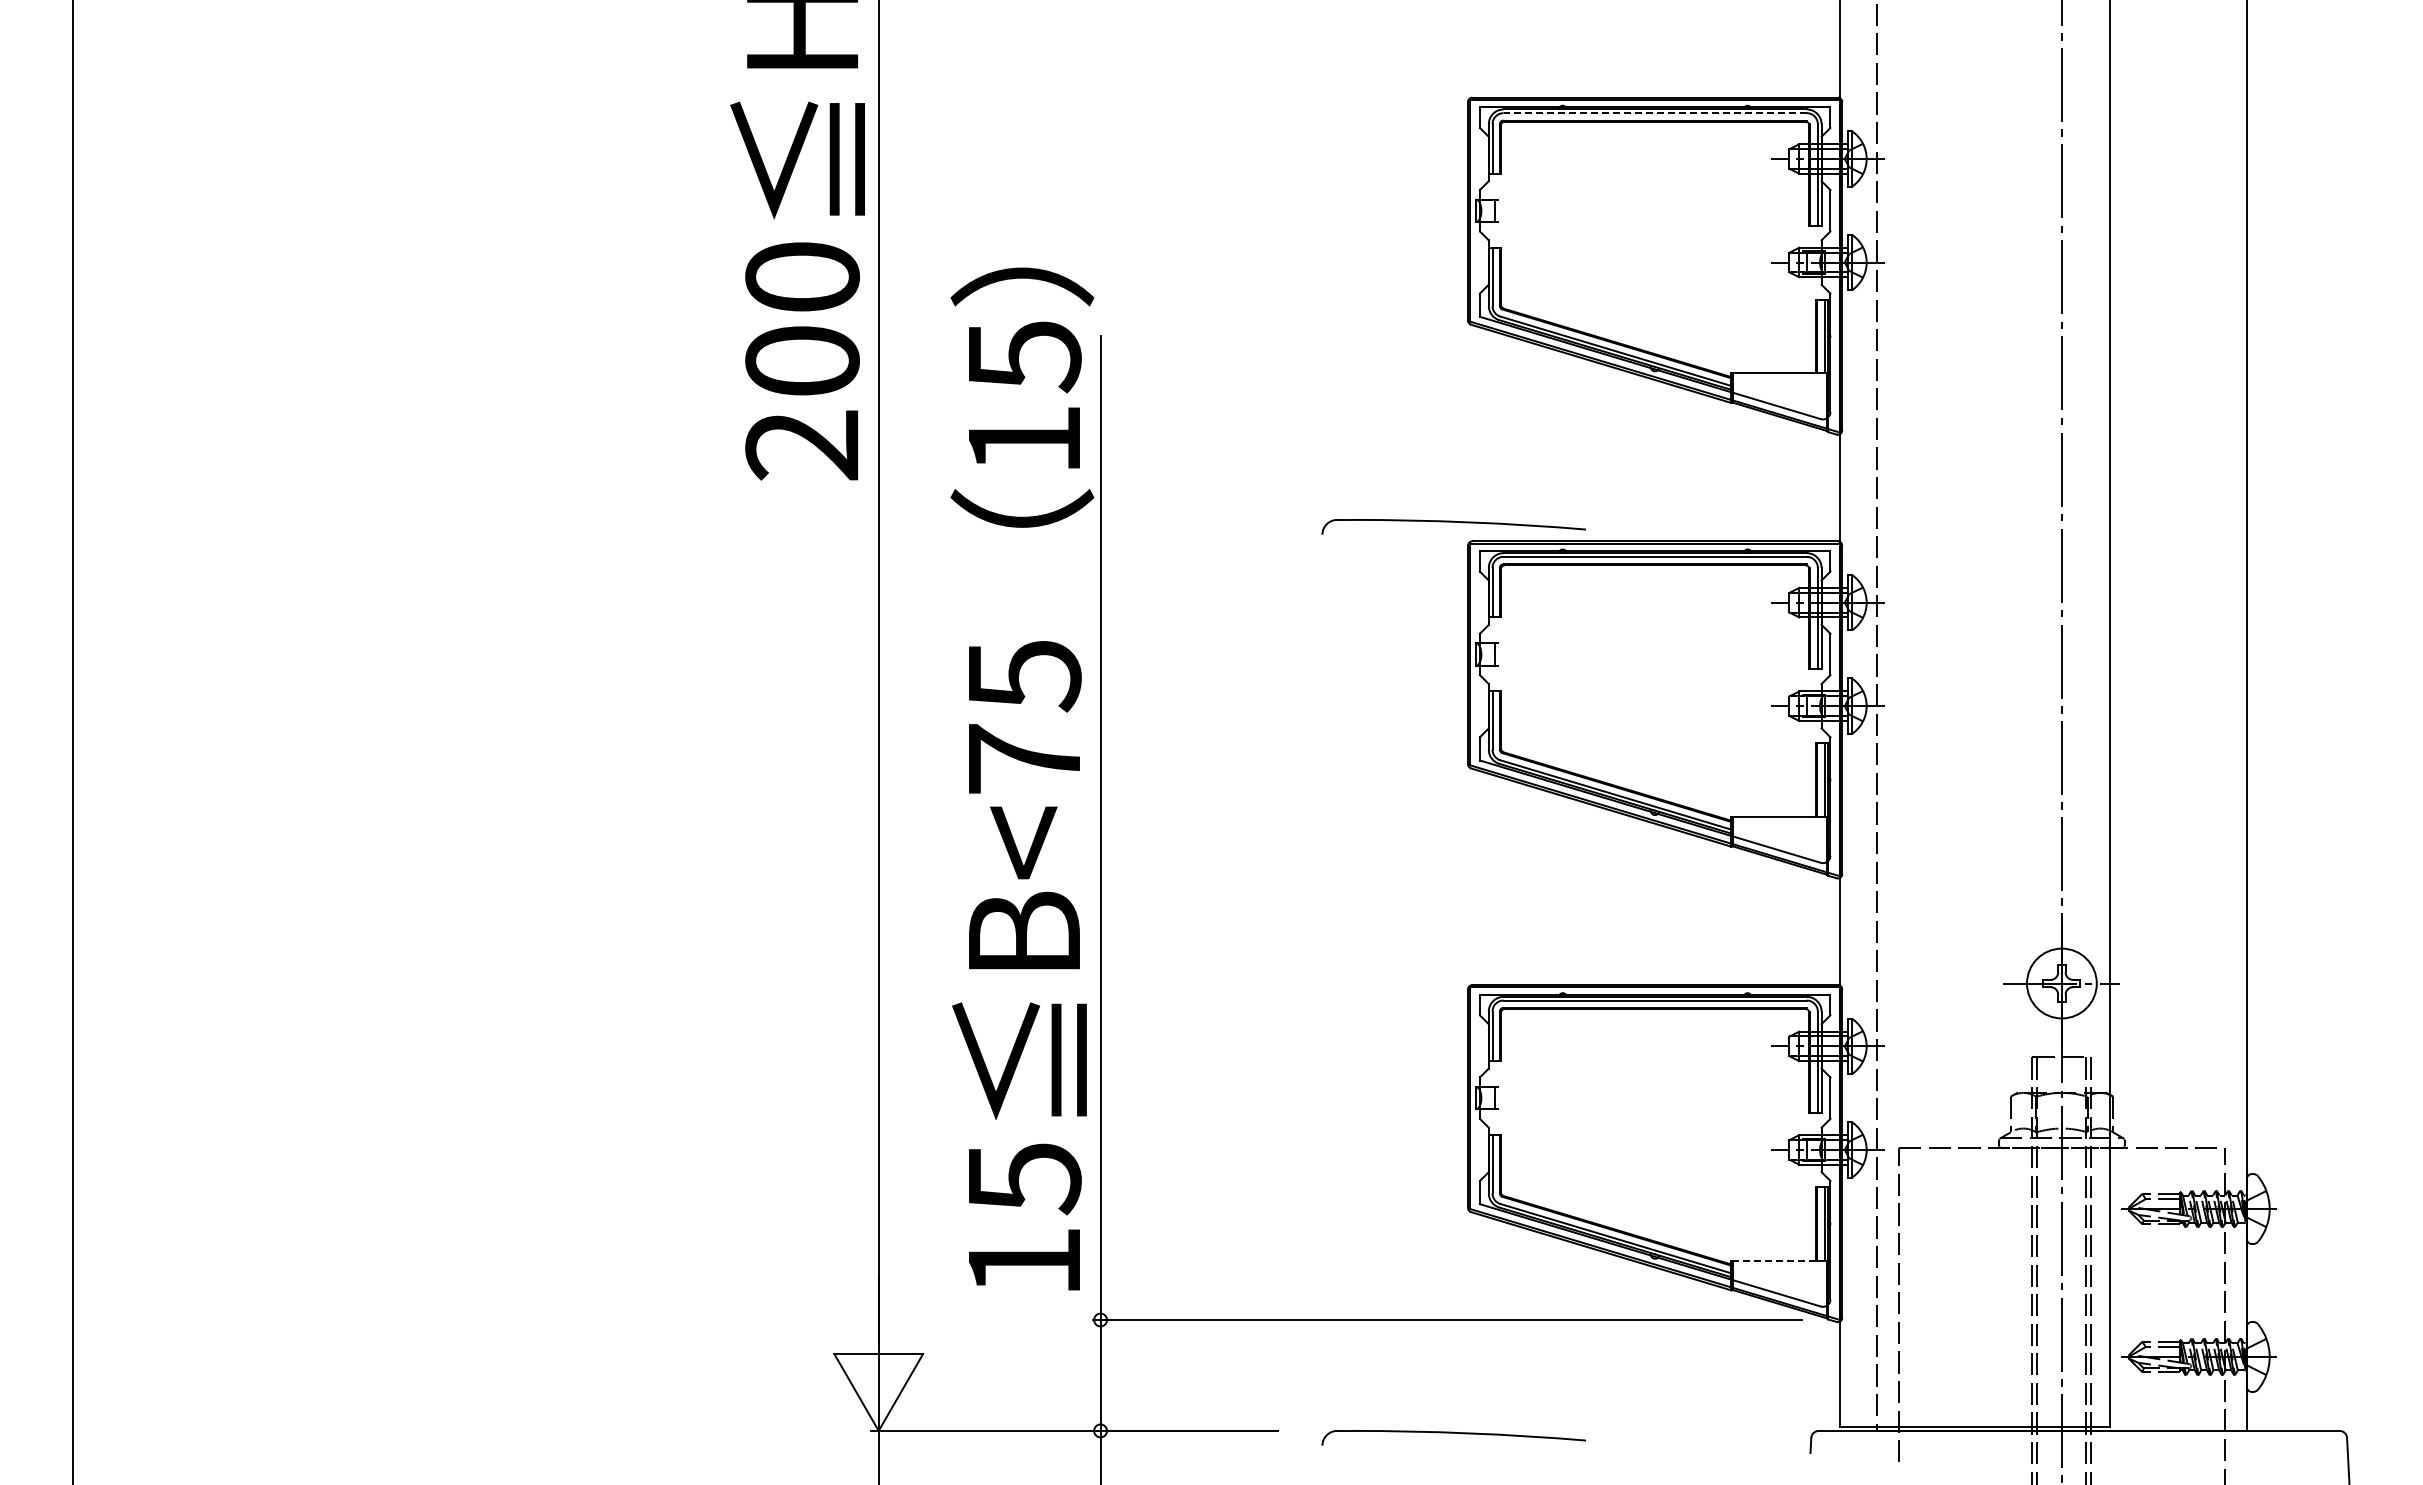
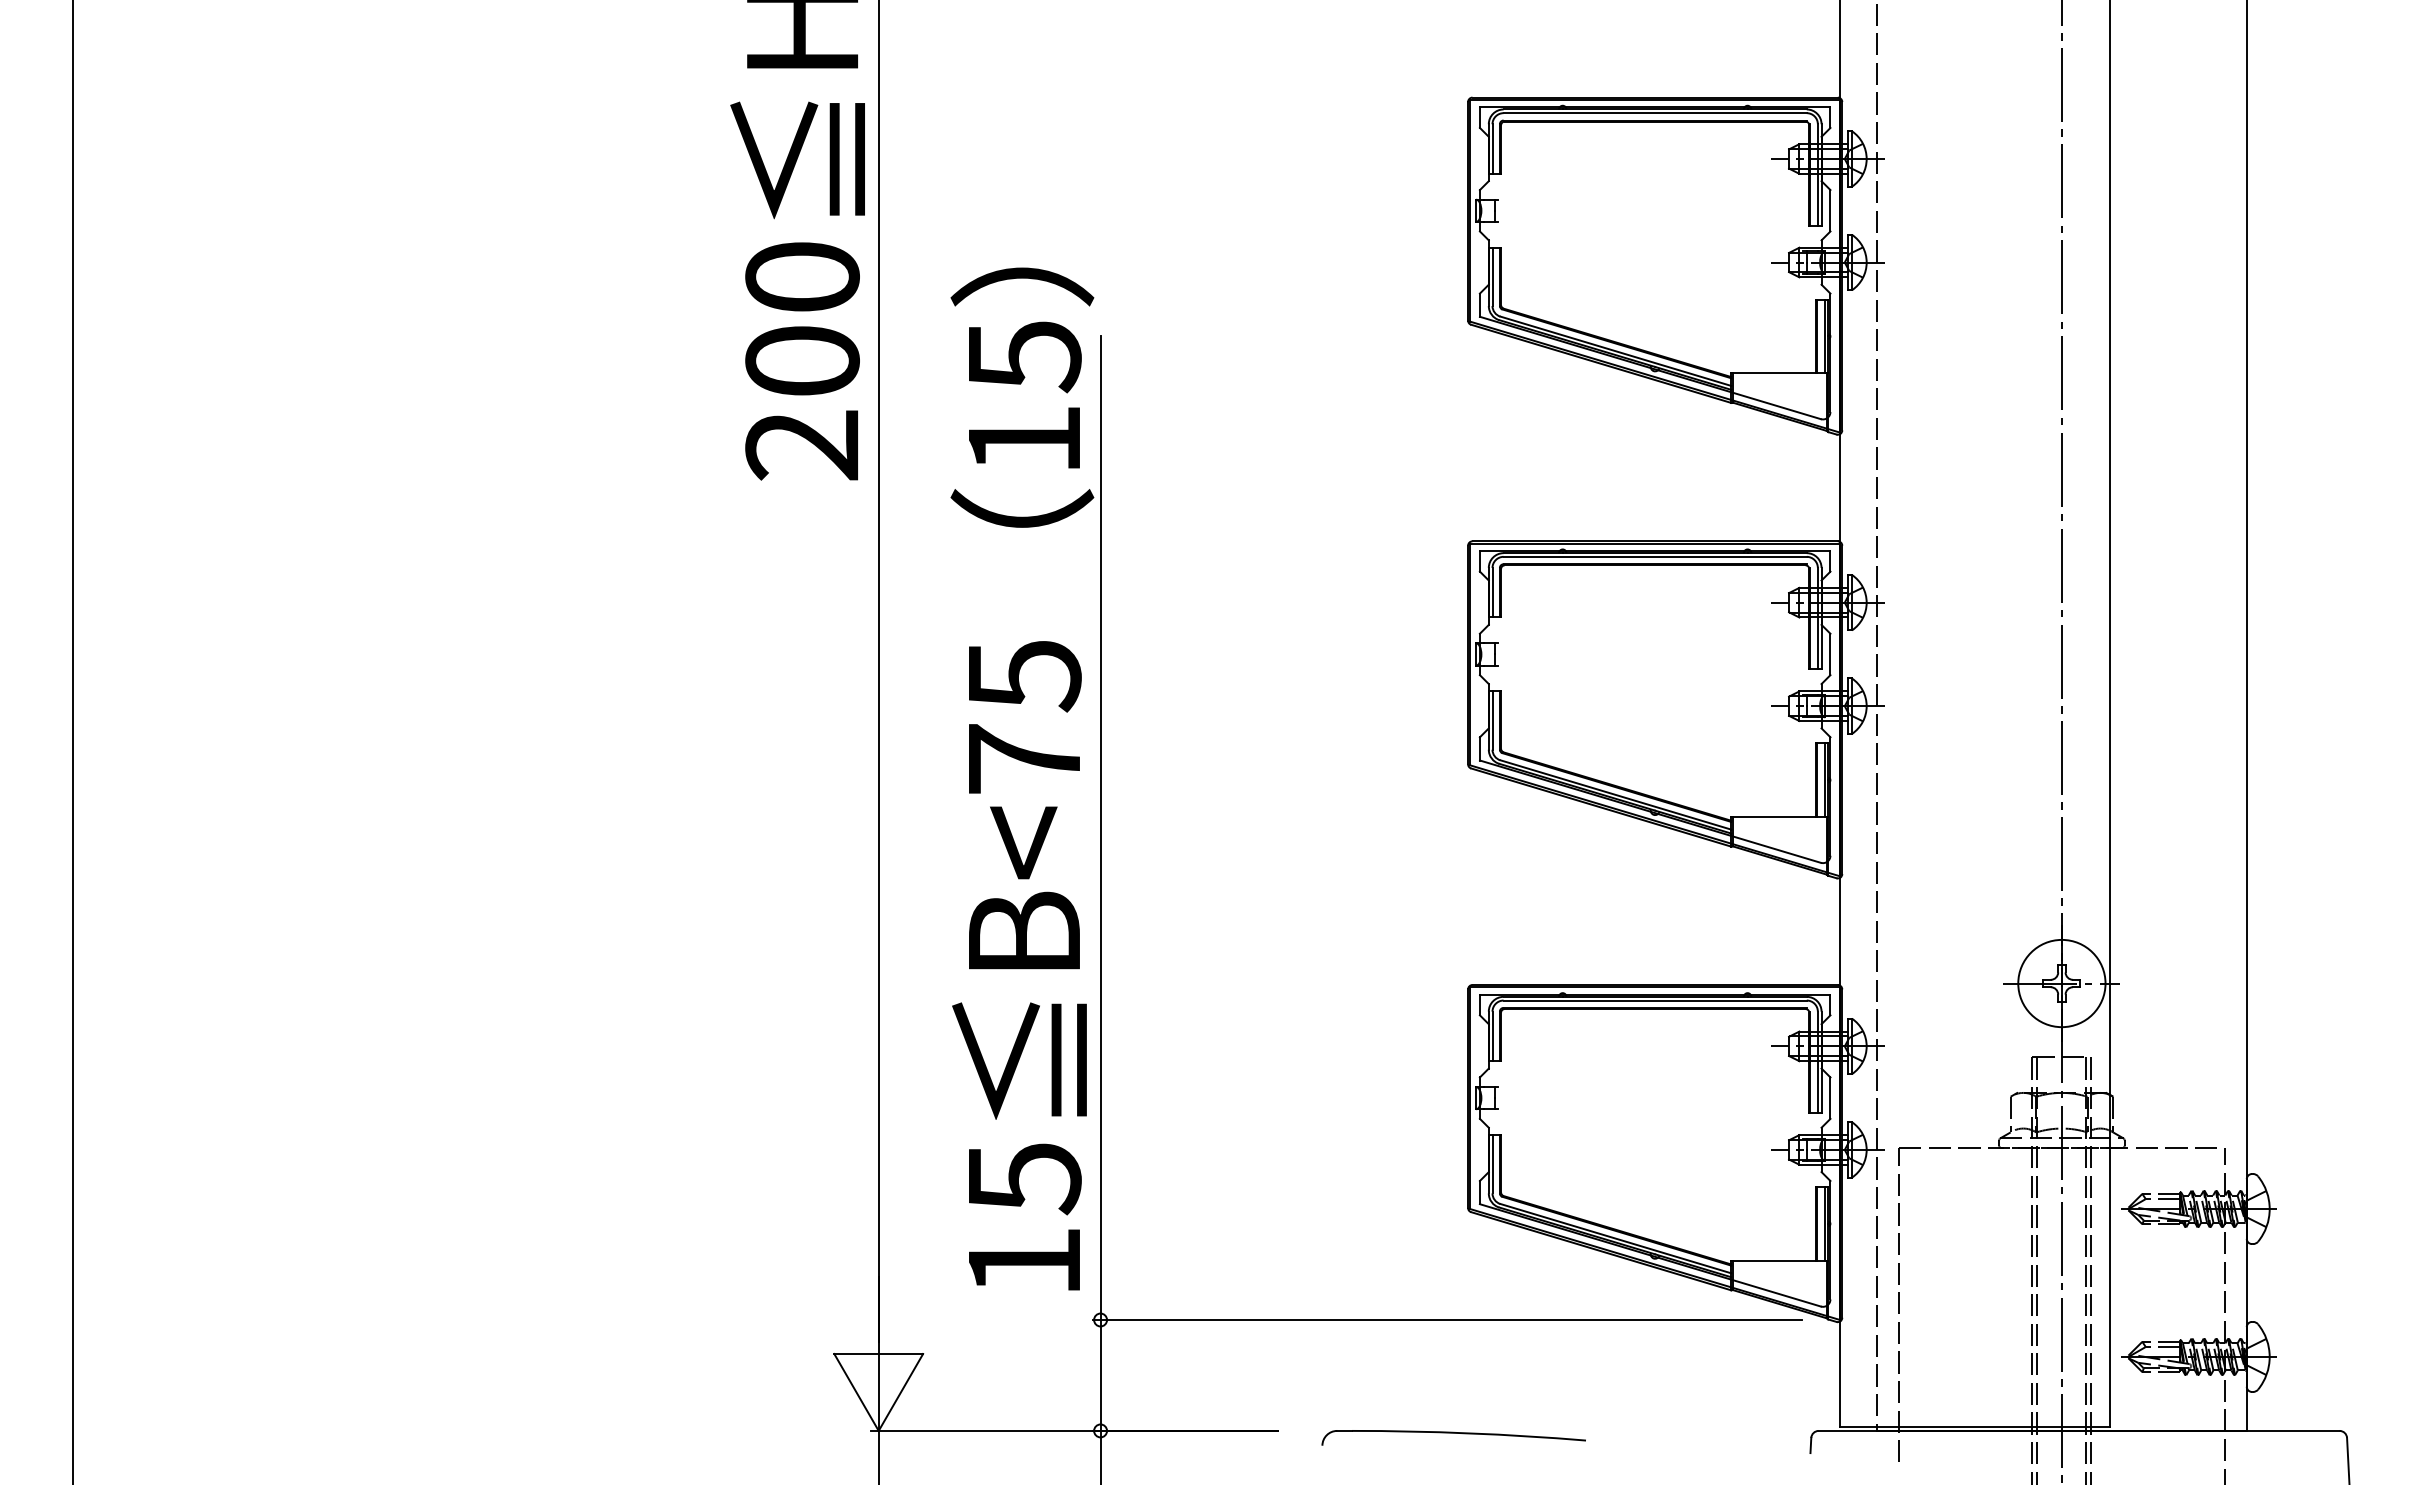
line at (1655, 113): dashed -> solid
part at (1453, 526): present -> none
circle at (2061, 983) diameter: 70 px -> 87 px
line at (1773, 1260): dashed -> solid
